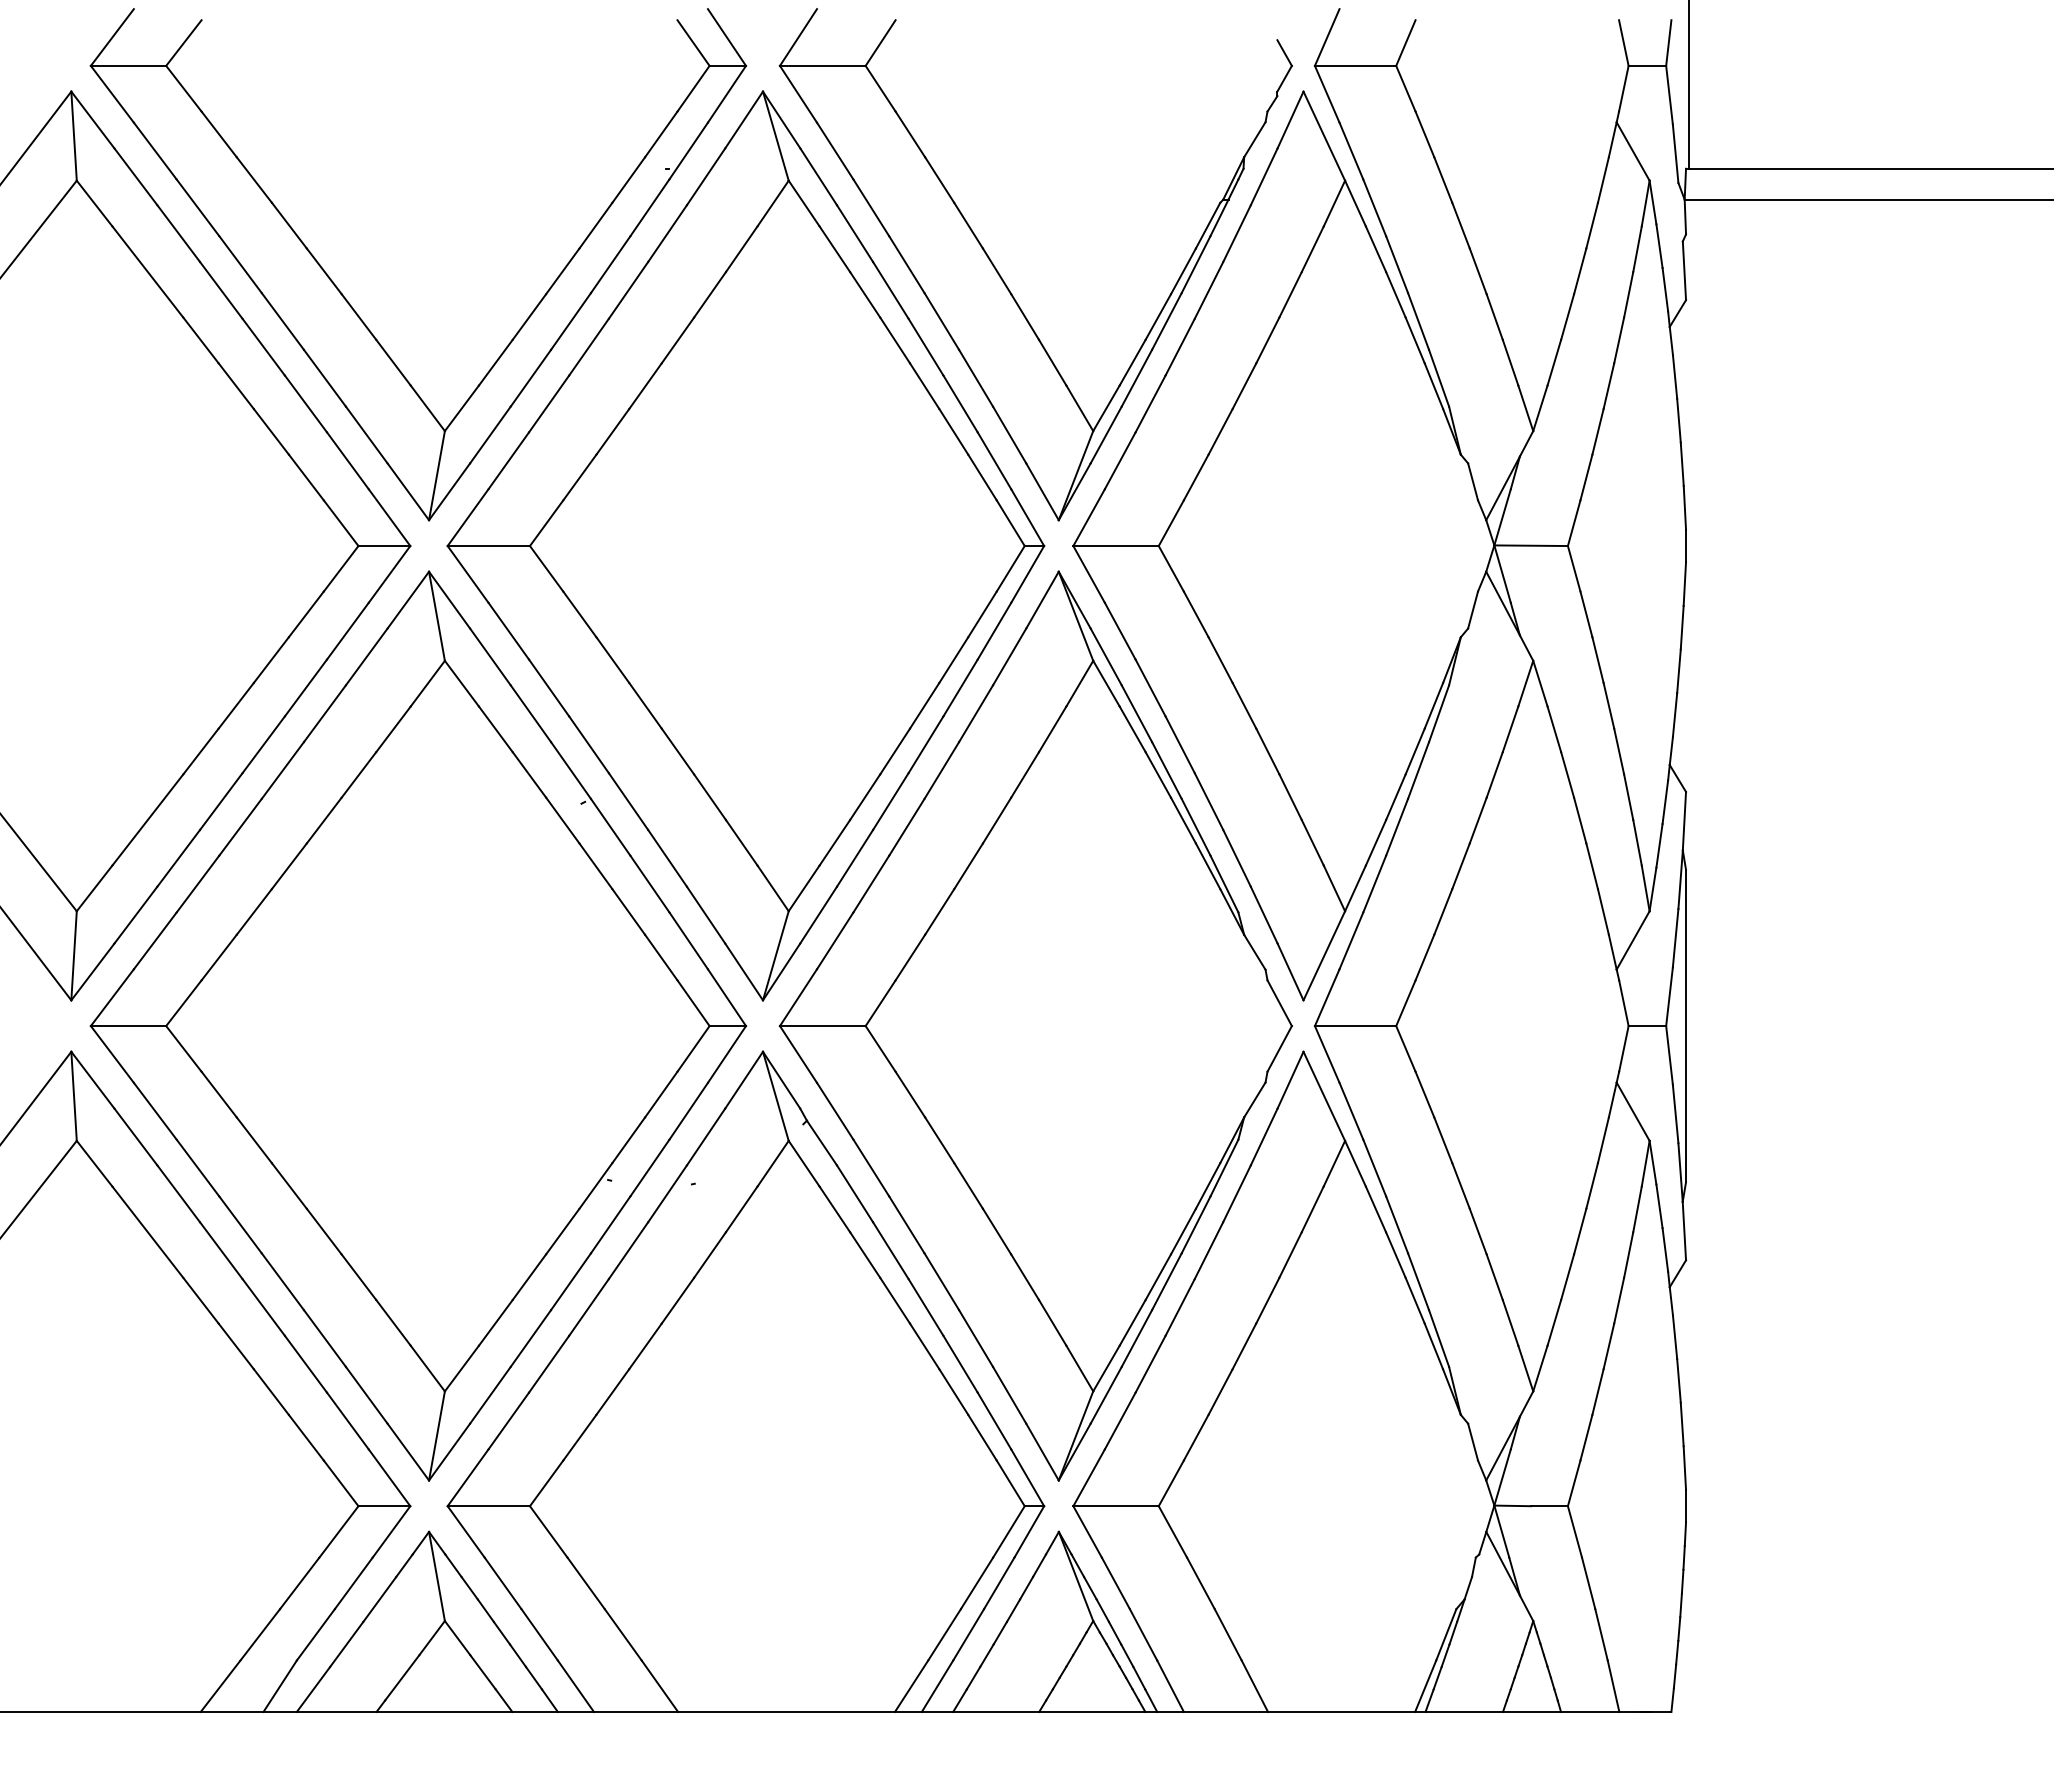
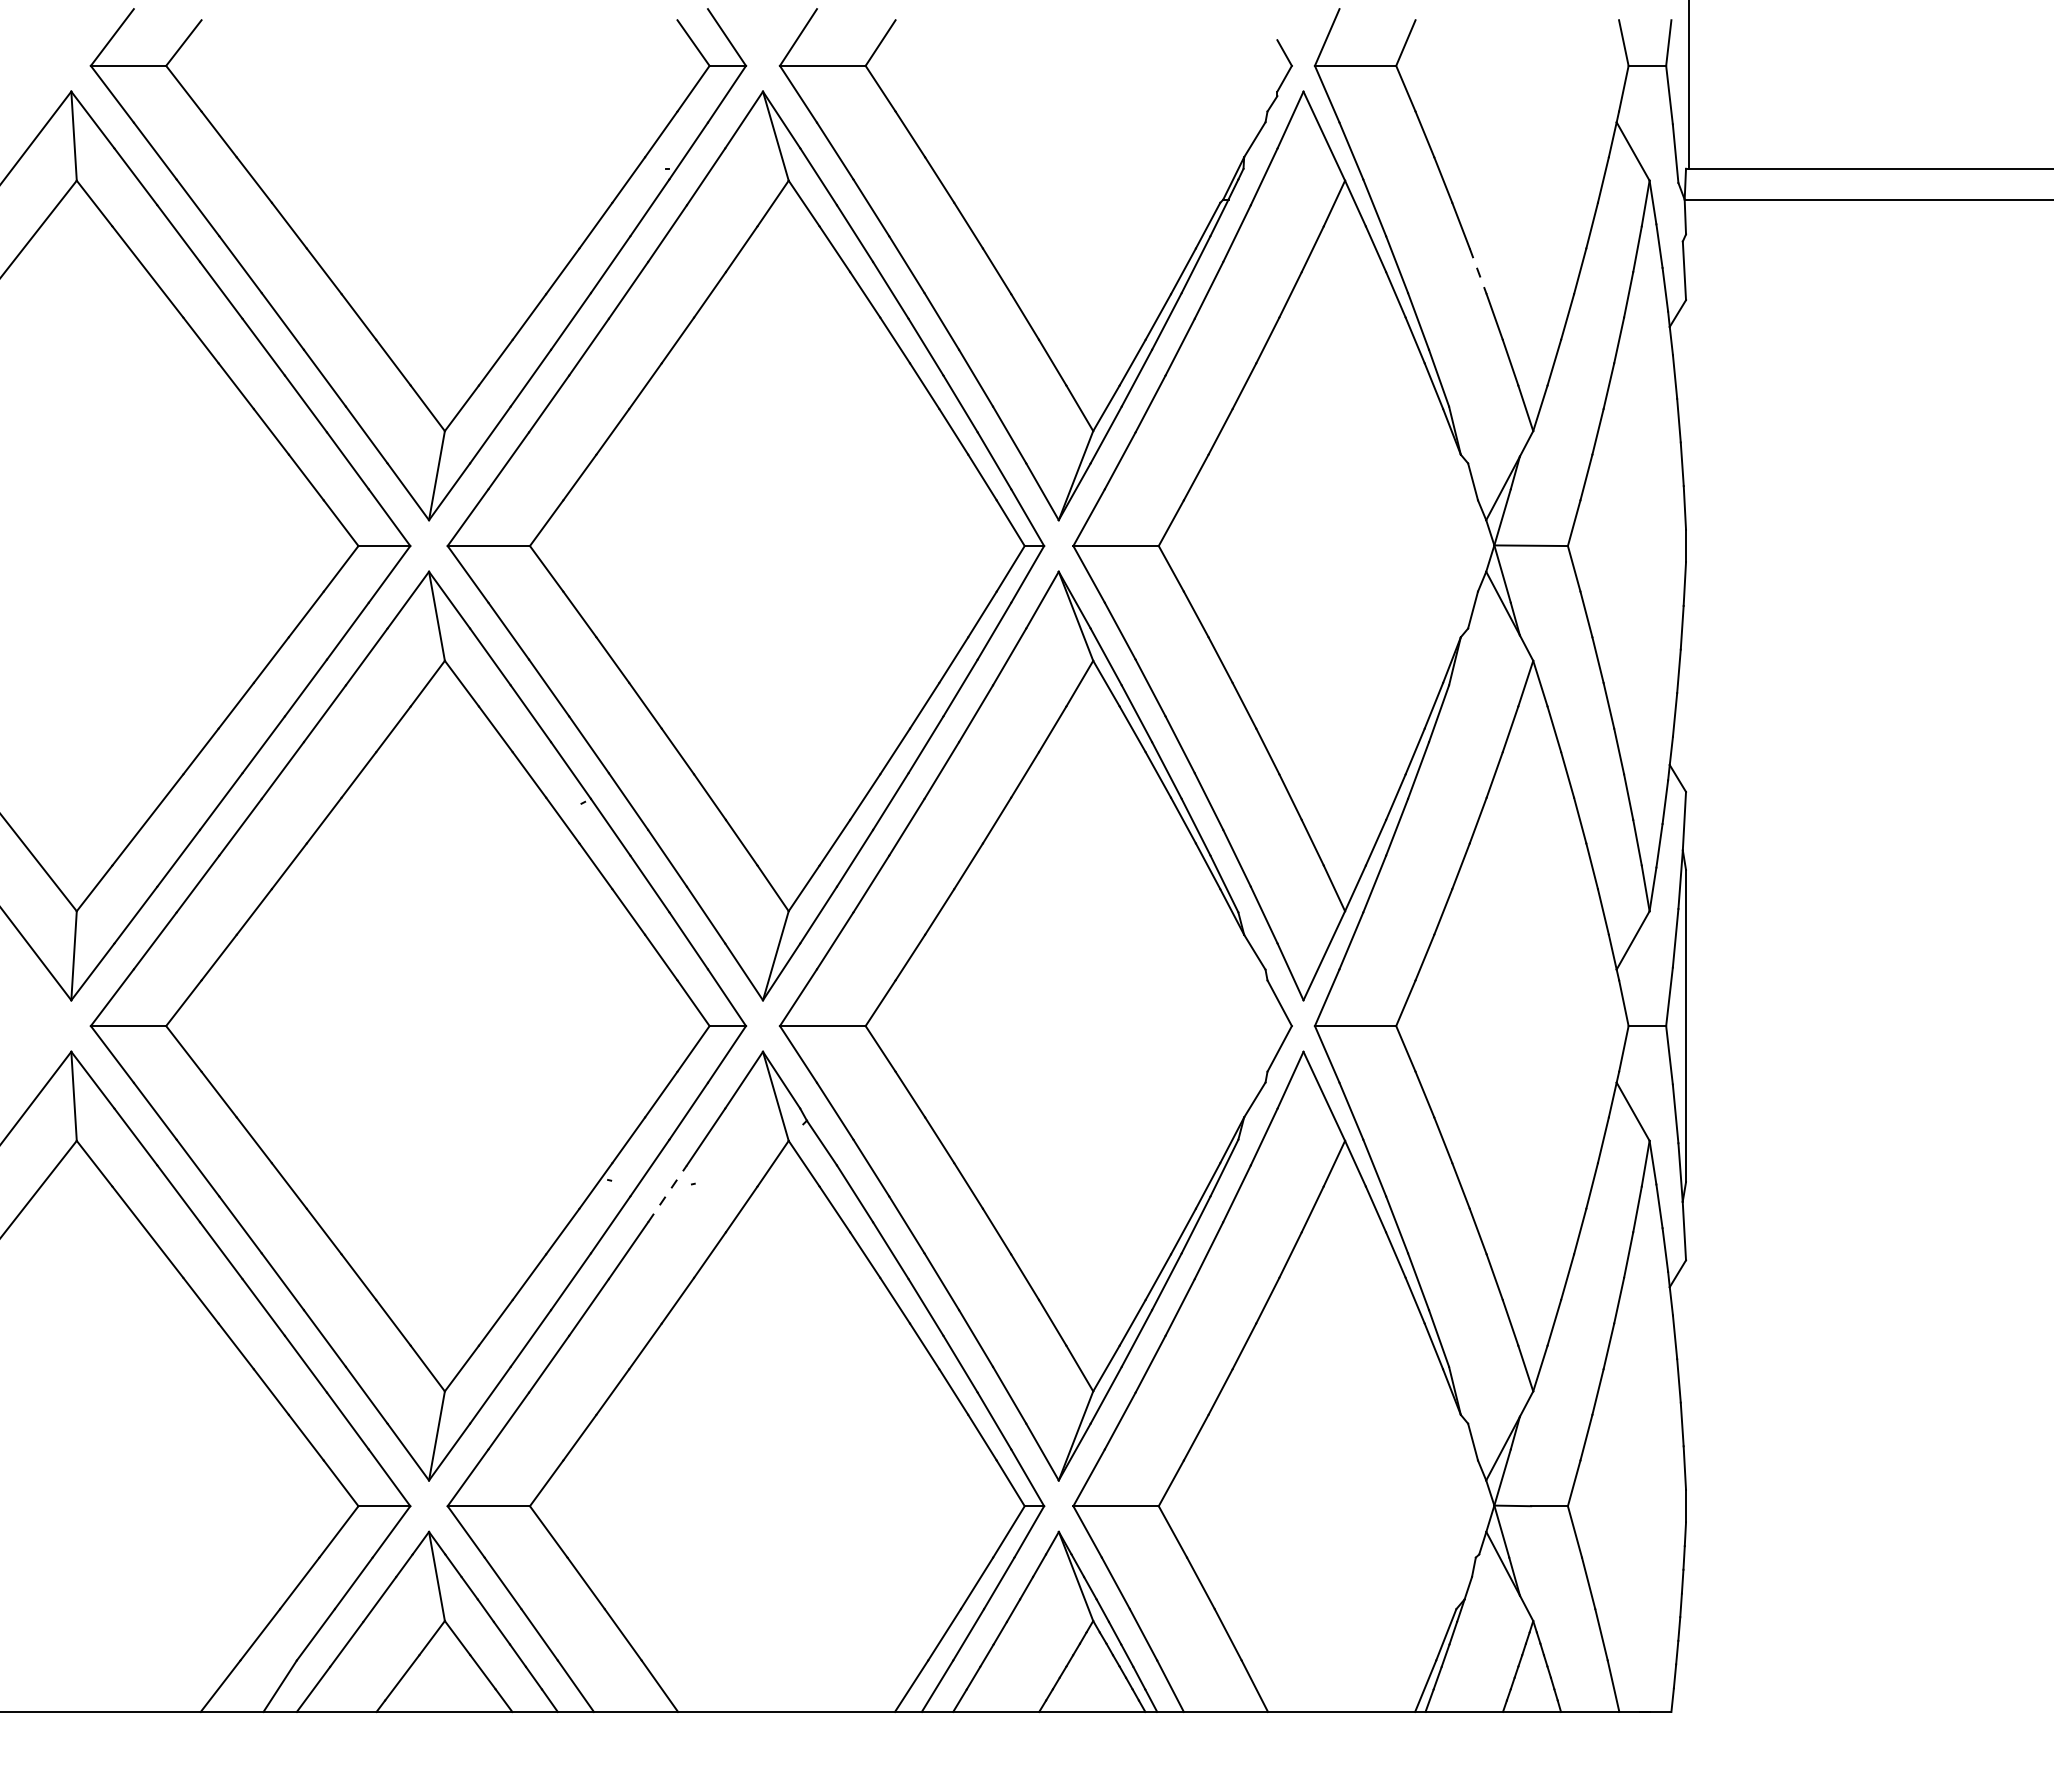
line at (1478, 271): solid -> dashed
line at (667, 1193): solid -> dashed
